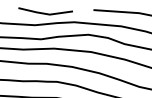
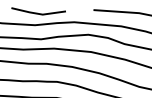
line at (44, 12) position: (44, 12) -> (37, 12)
